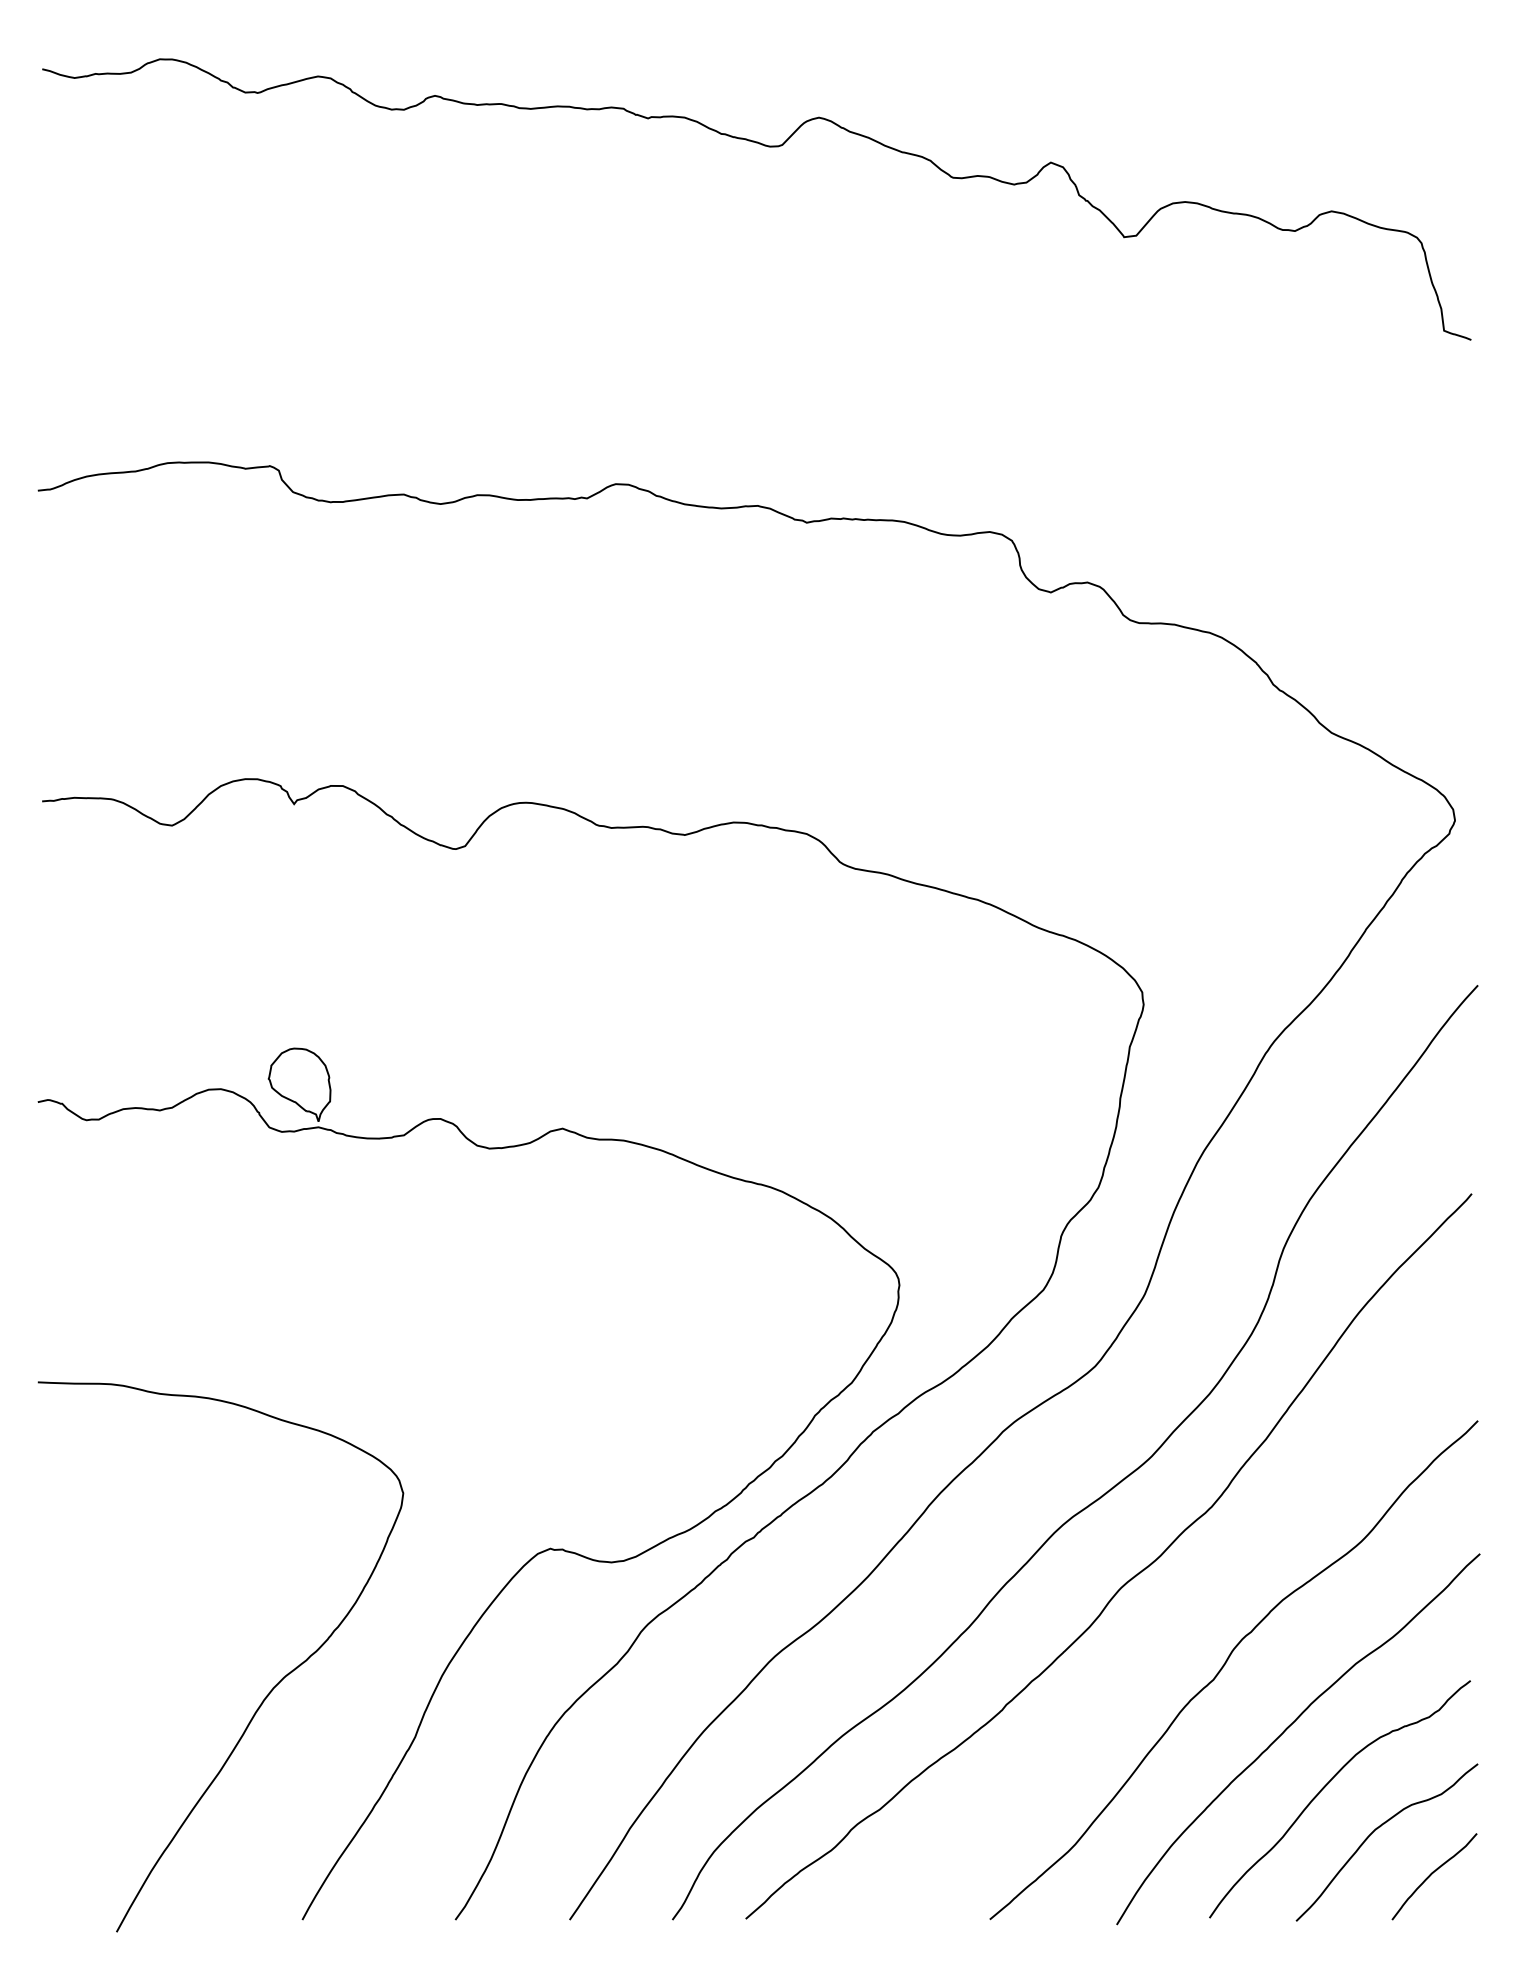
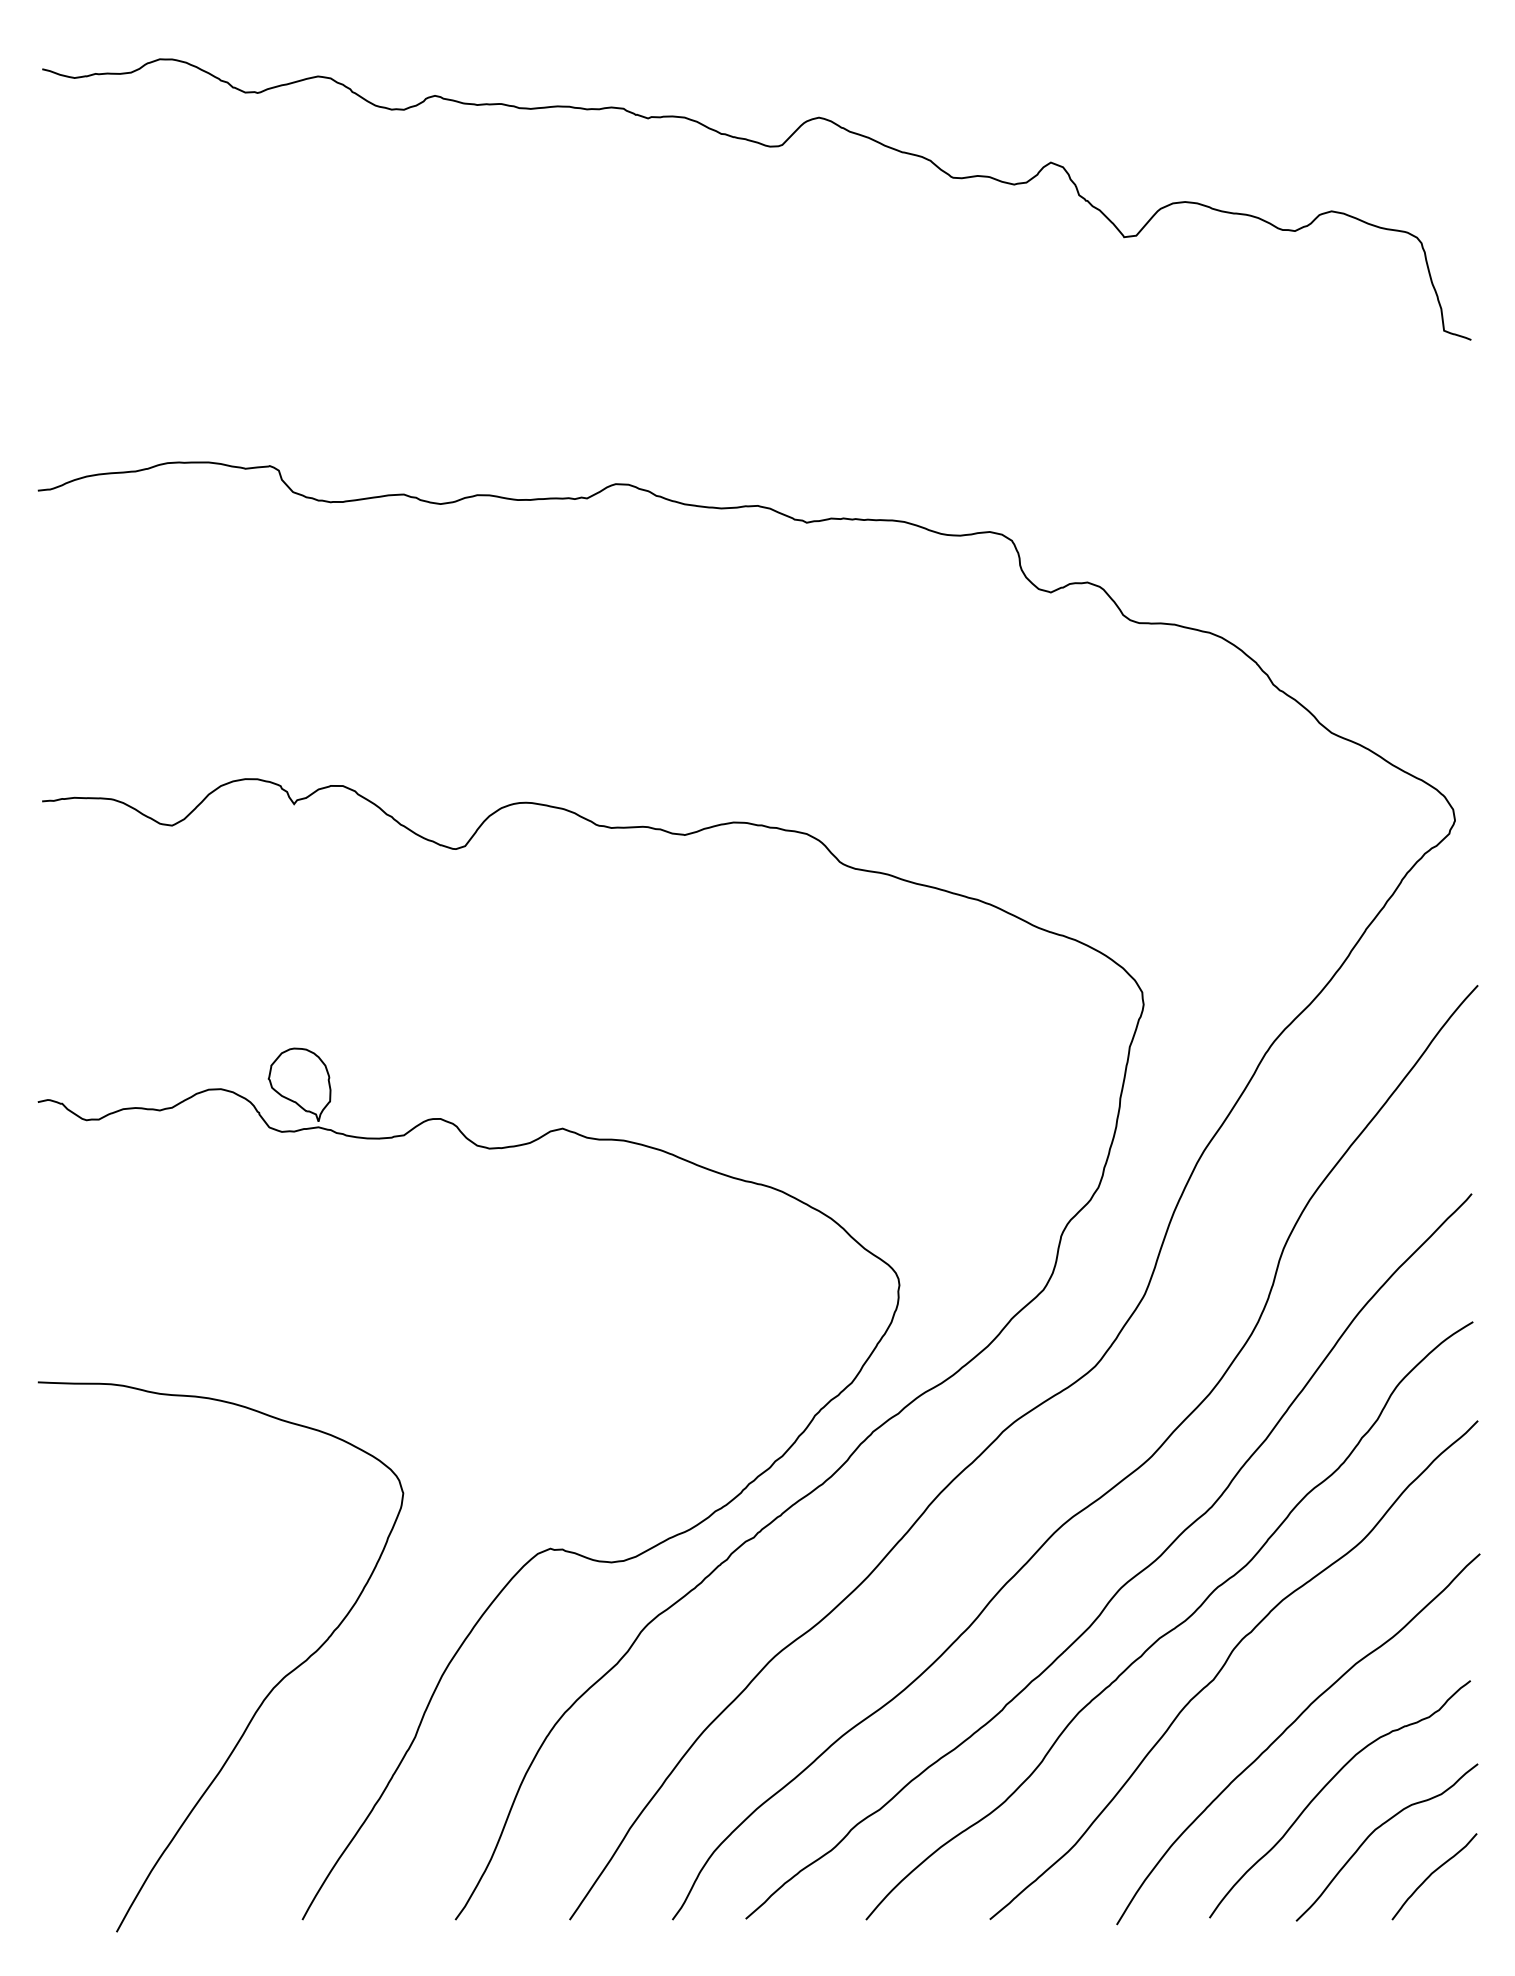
curve at (1175, 1626): none -> present
